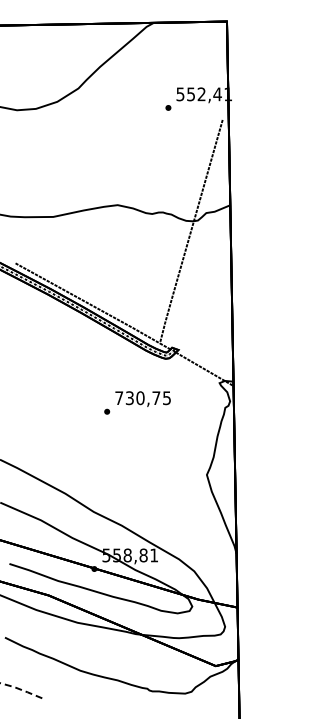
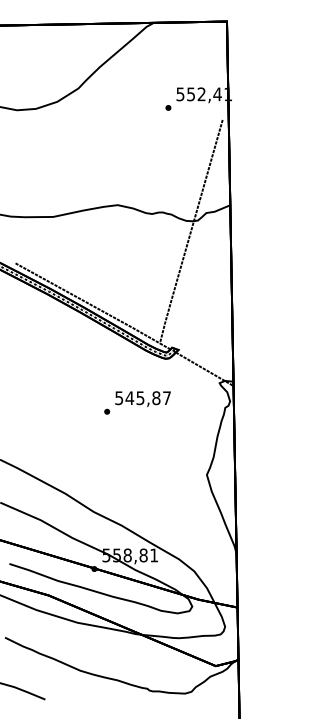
text at (142, 398): 730,75 -> 545,87
line at (23, 690): dashed -> solid
